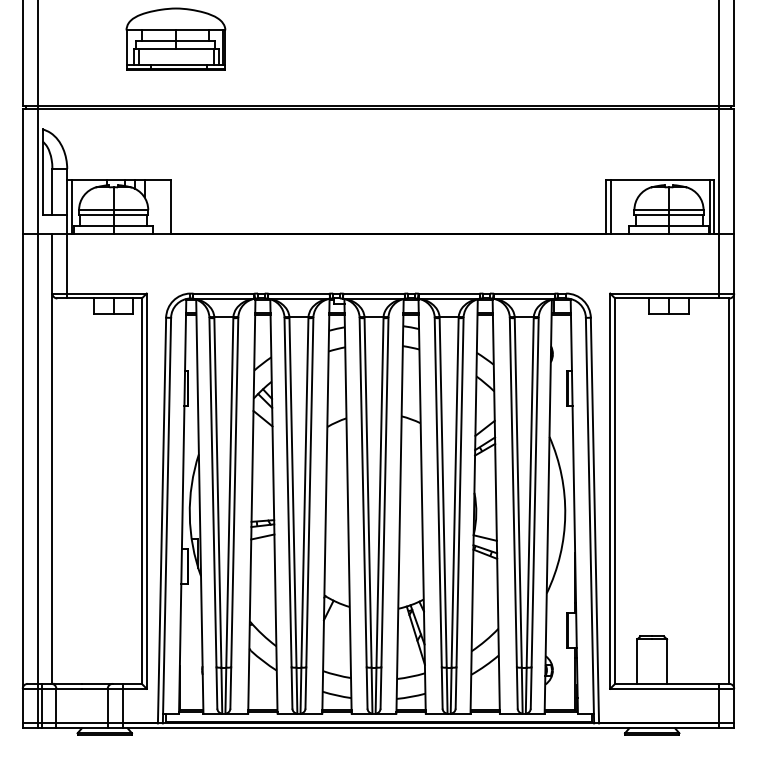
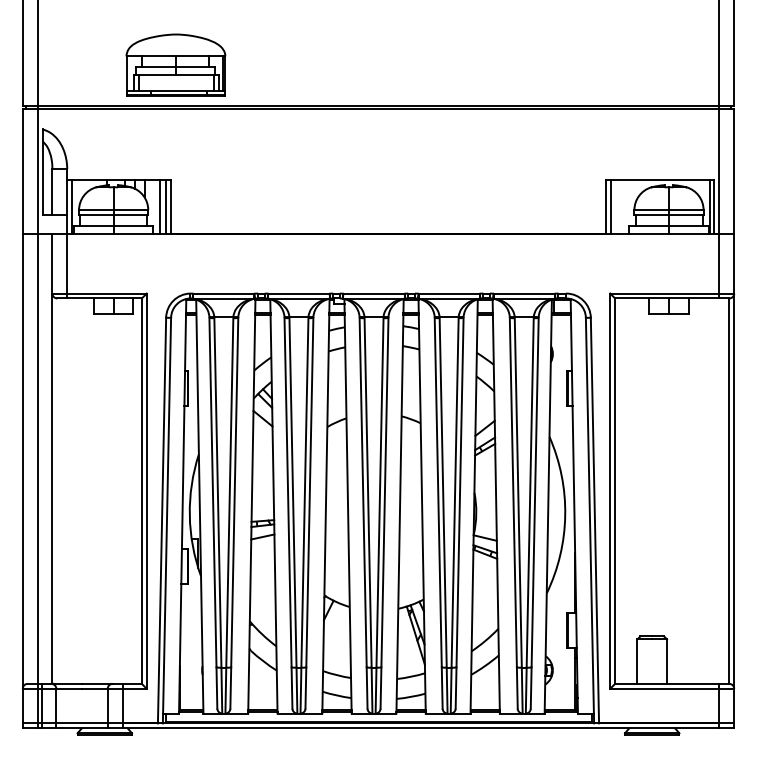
part at (175, 38) position: (175, 38) -> (175, 64)
line at (160, 206): none -> present
line at (166, 206): none -> present
